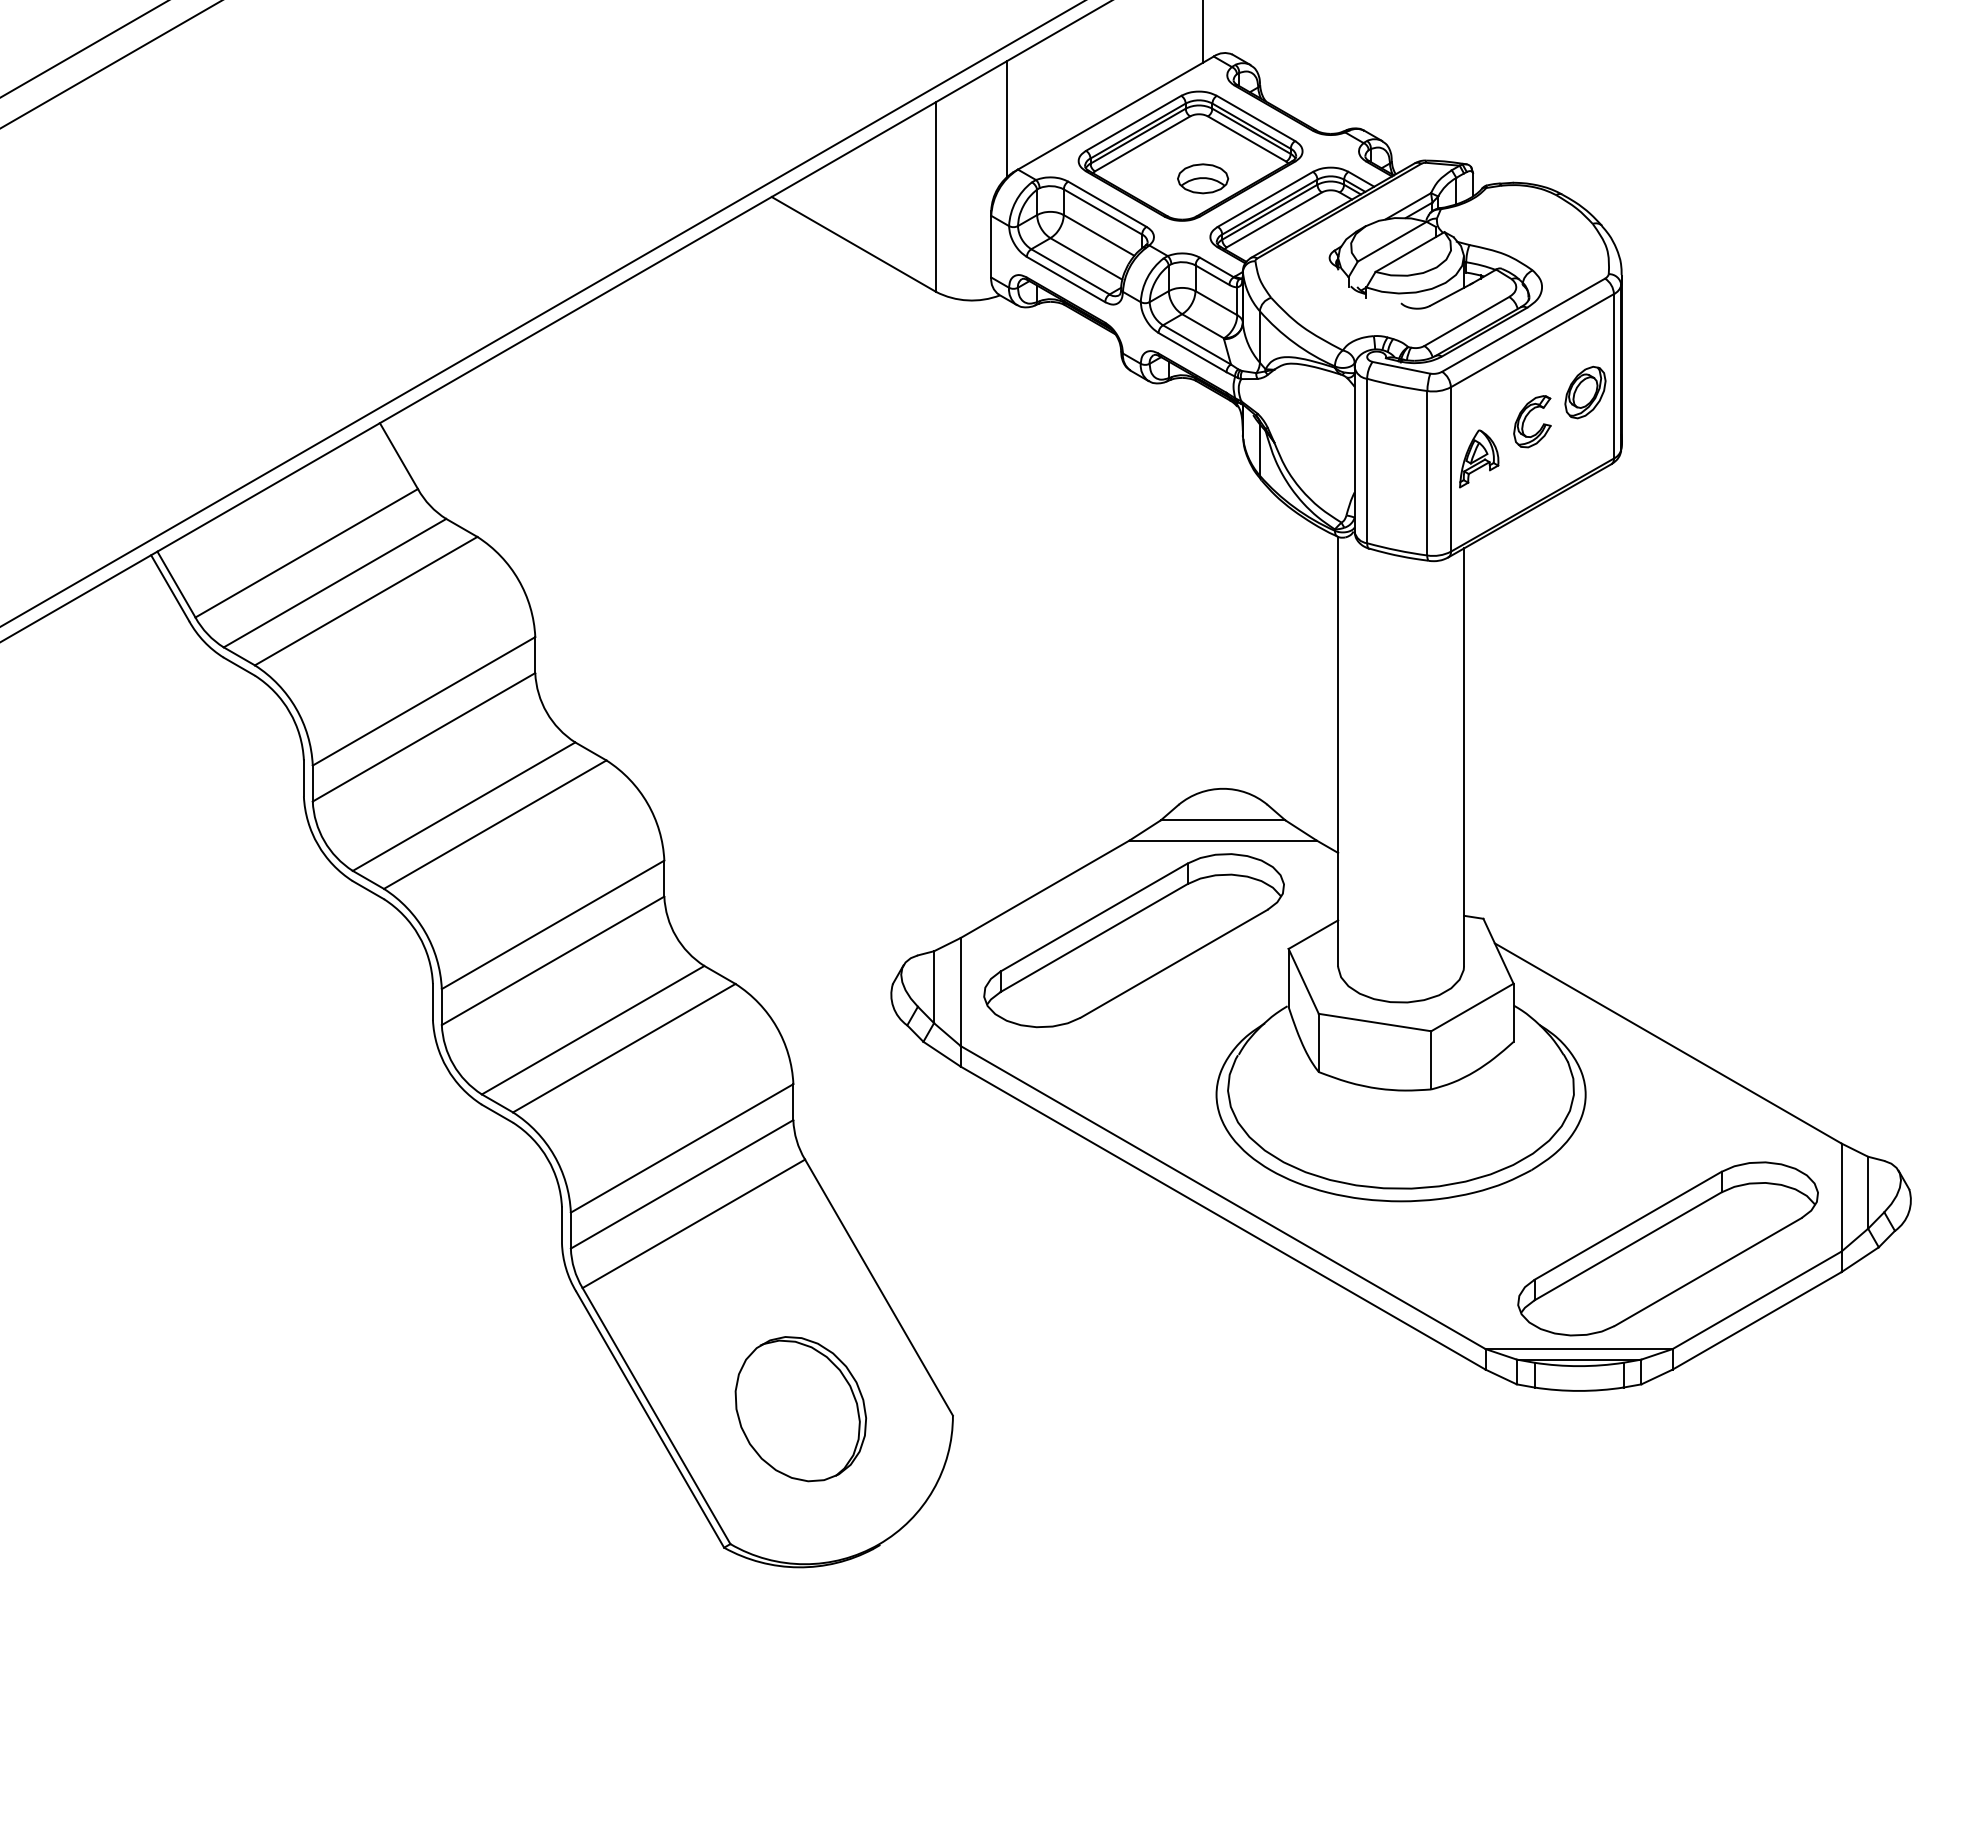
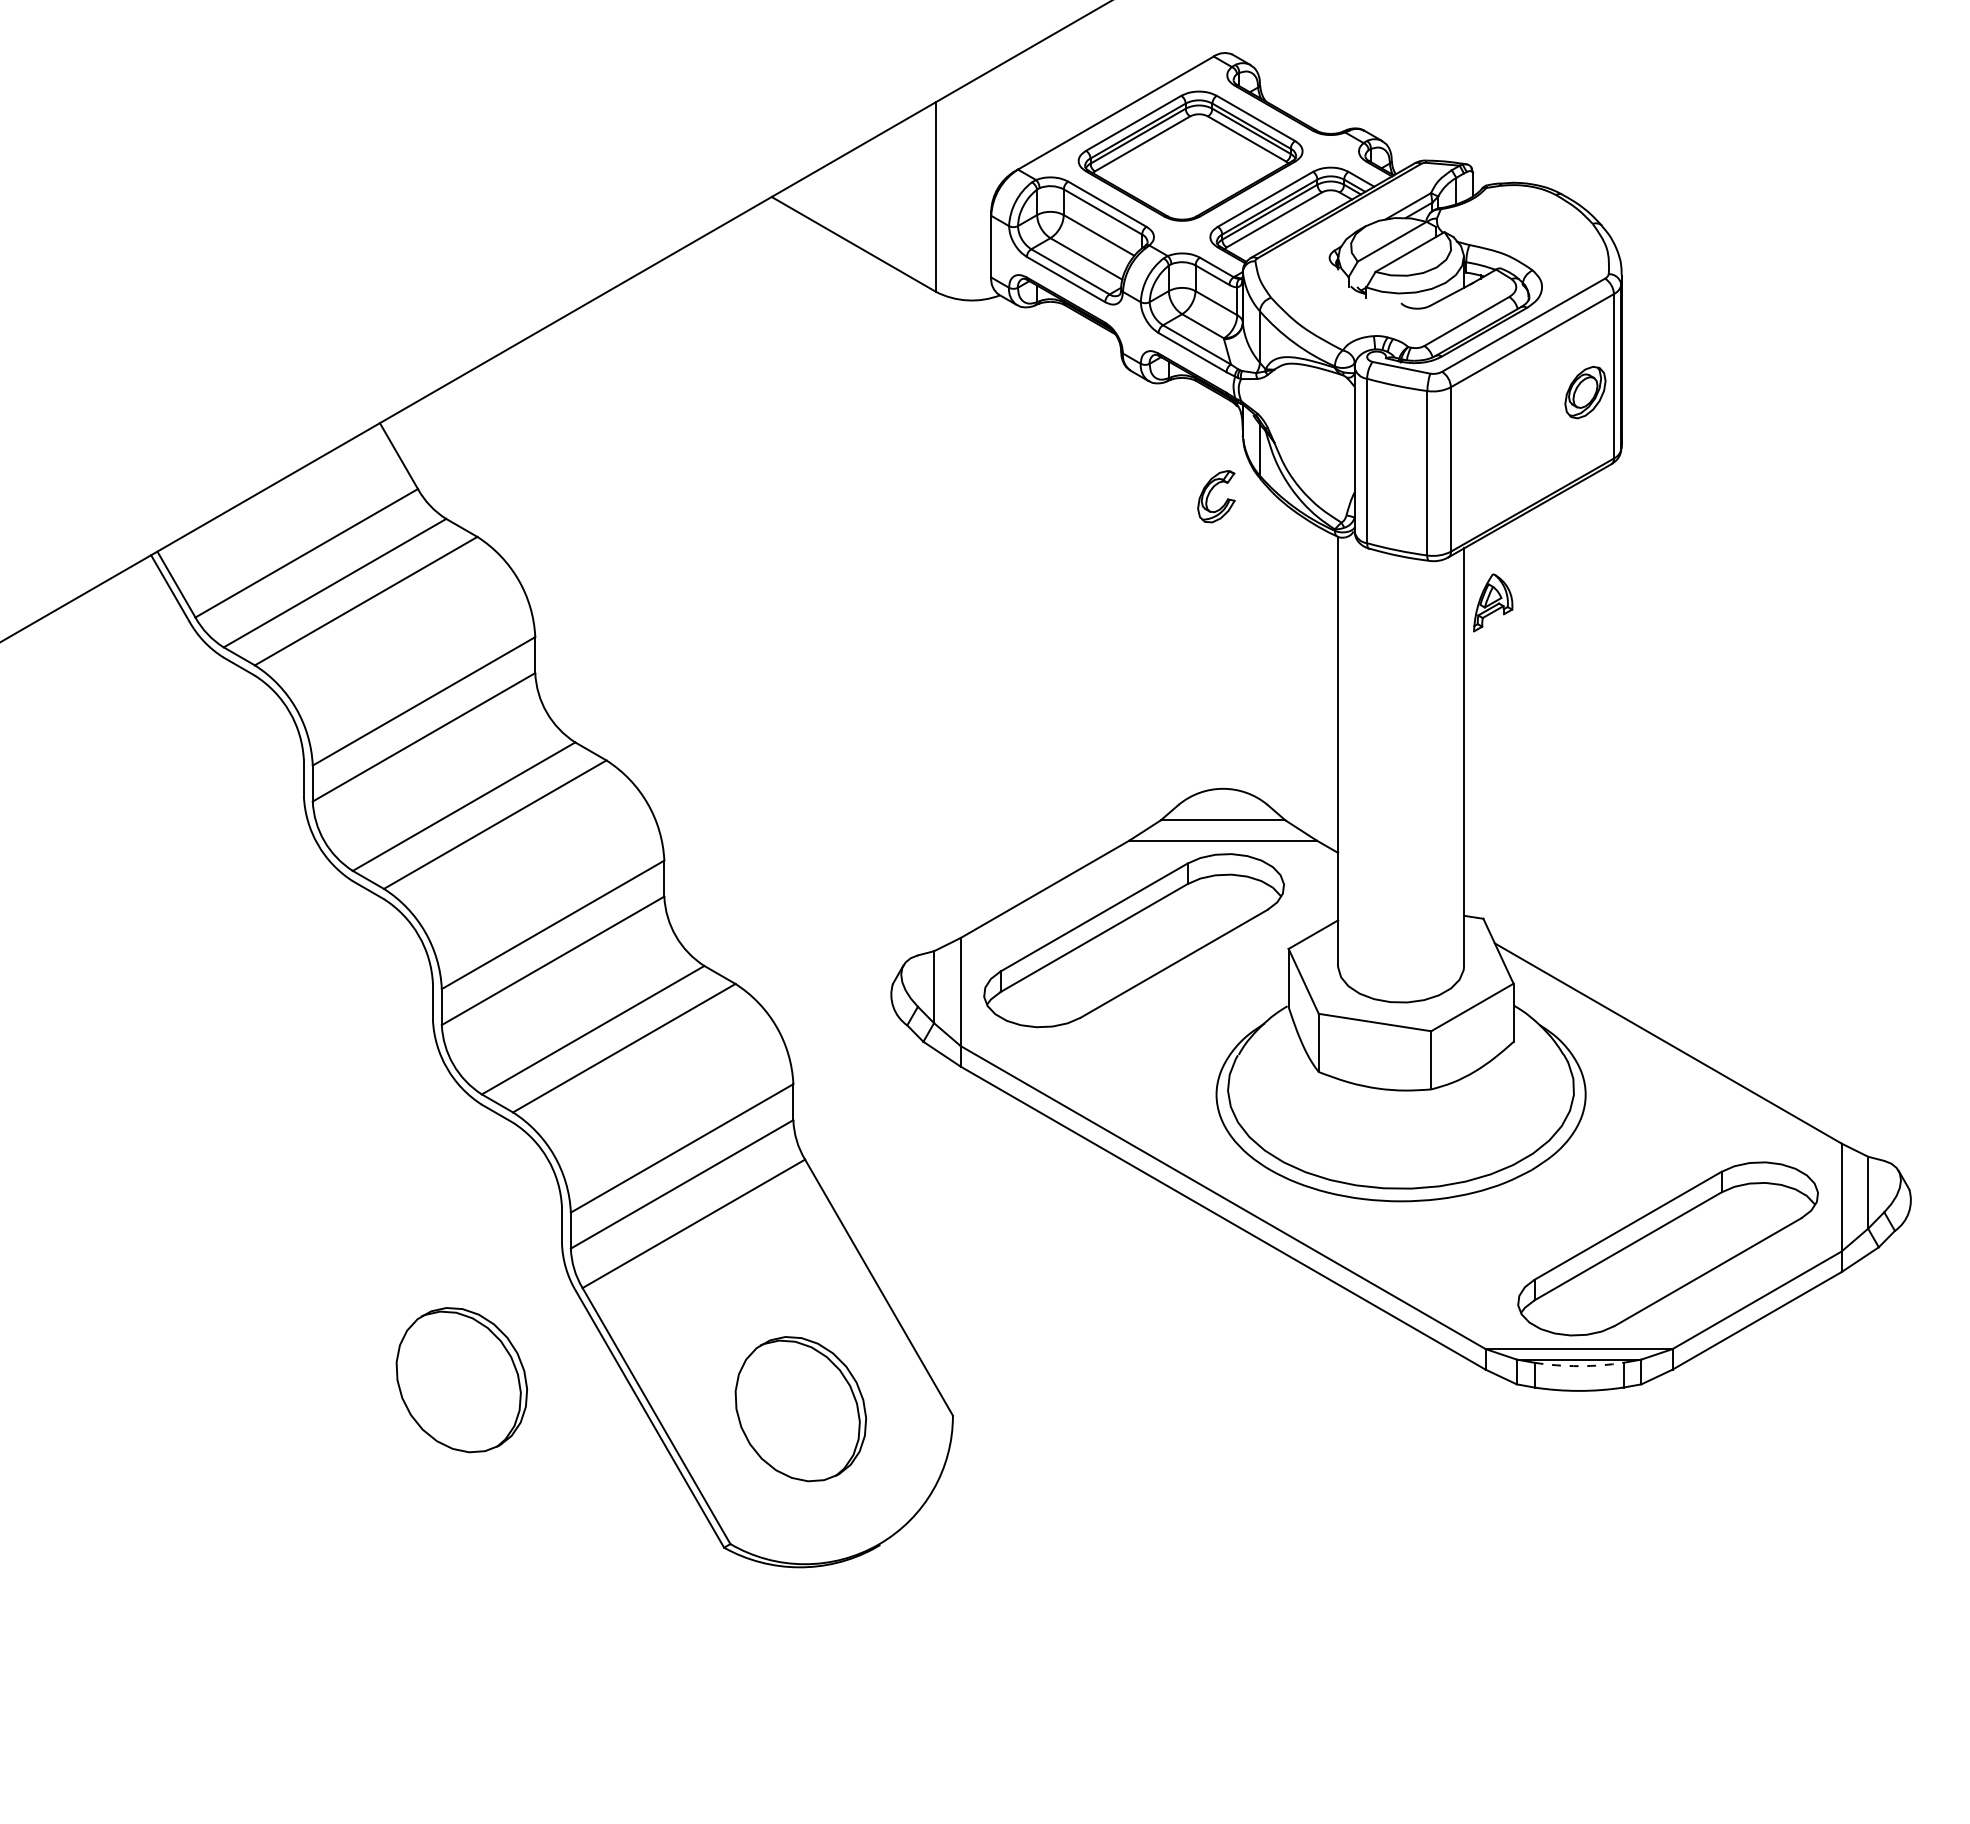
line at (1203, 32): present -> none
line at (83, 49): present -> none
line at (110, 64): present -> none
line at (1007, 118): present -> none
part at (1203, 178): present -> none
line at (542, 313): present -> none
part at (1526, 418) position: (1526, 418) -> (1210, 493)
part at (1479, 458) position: (1479, 458) -> (1493, 602)
arc at (1579, 1366): solid -> dashed
part at (461, 1380): none -> present
